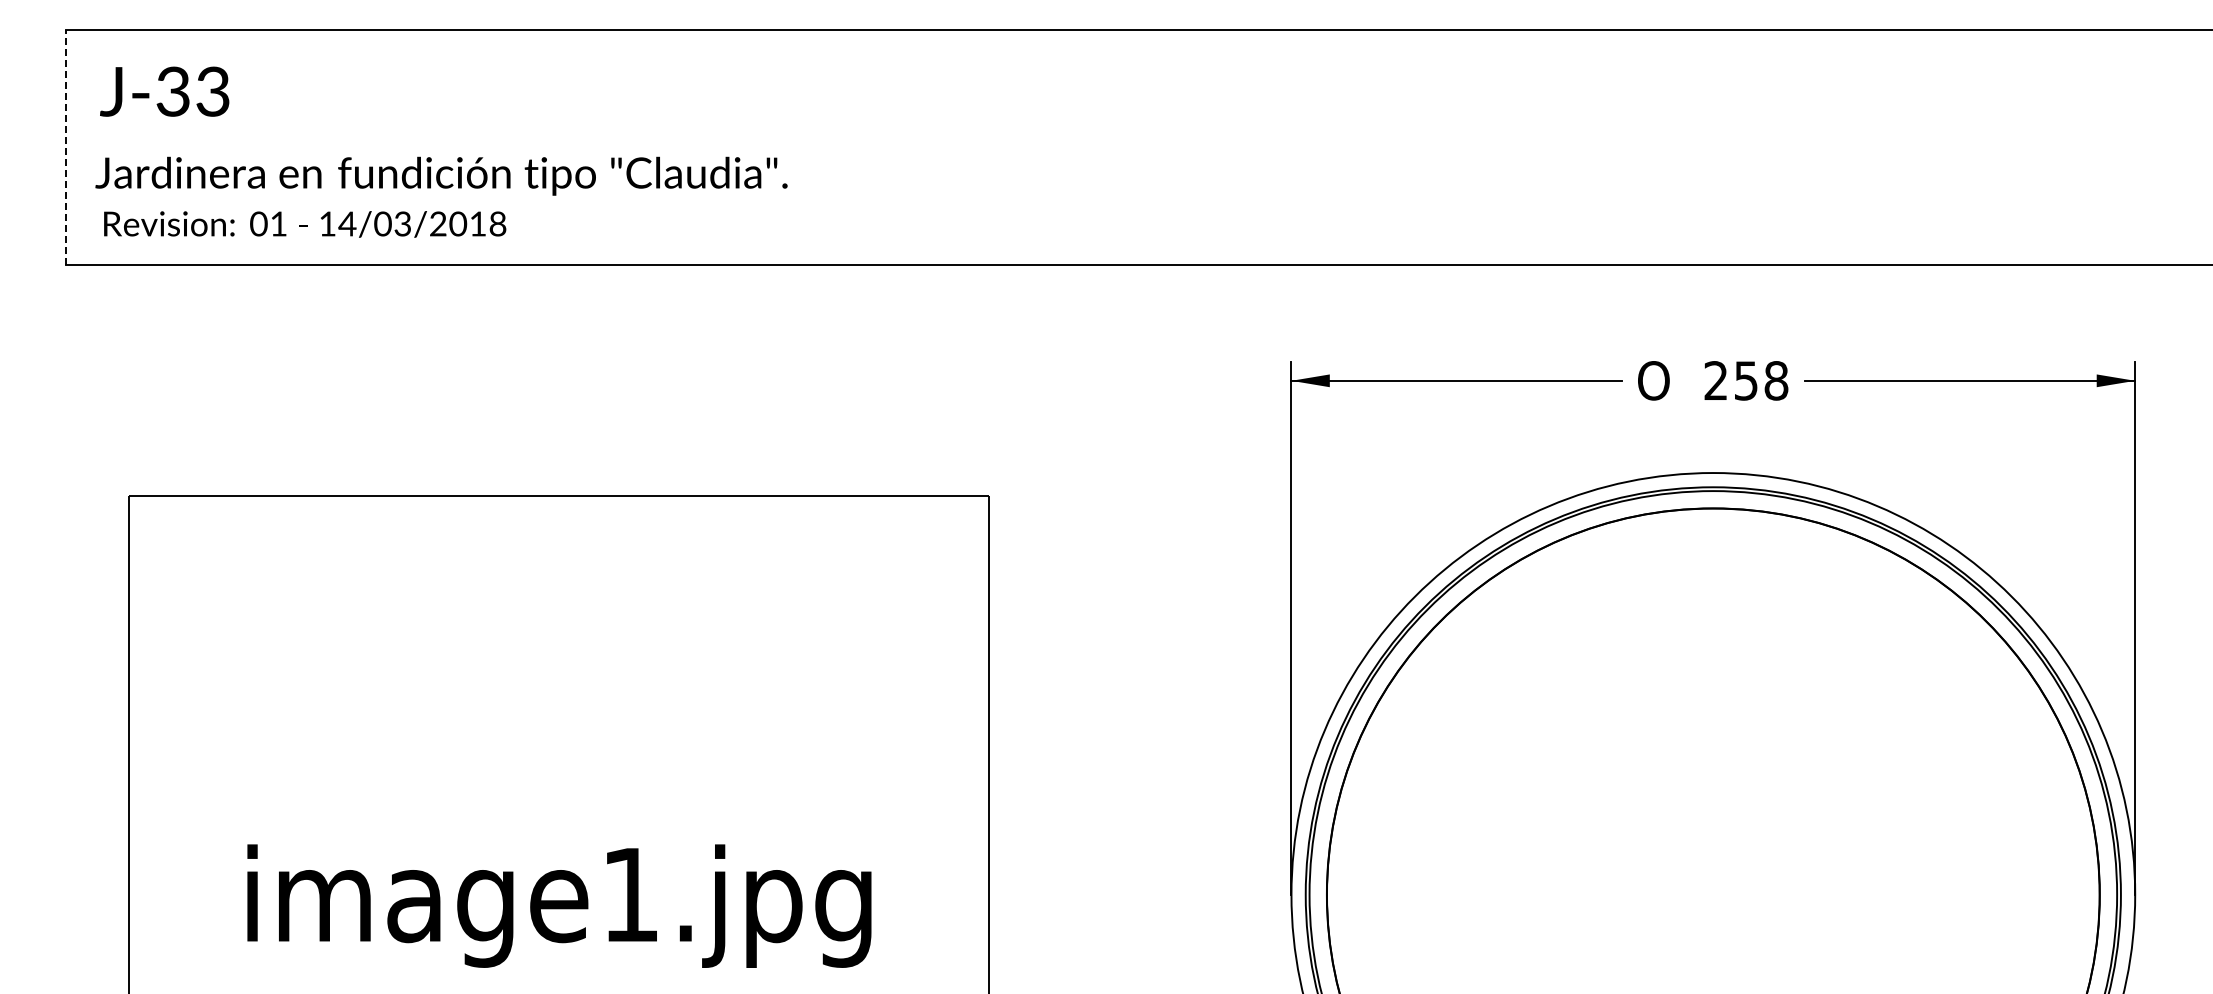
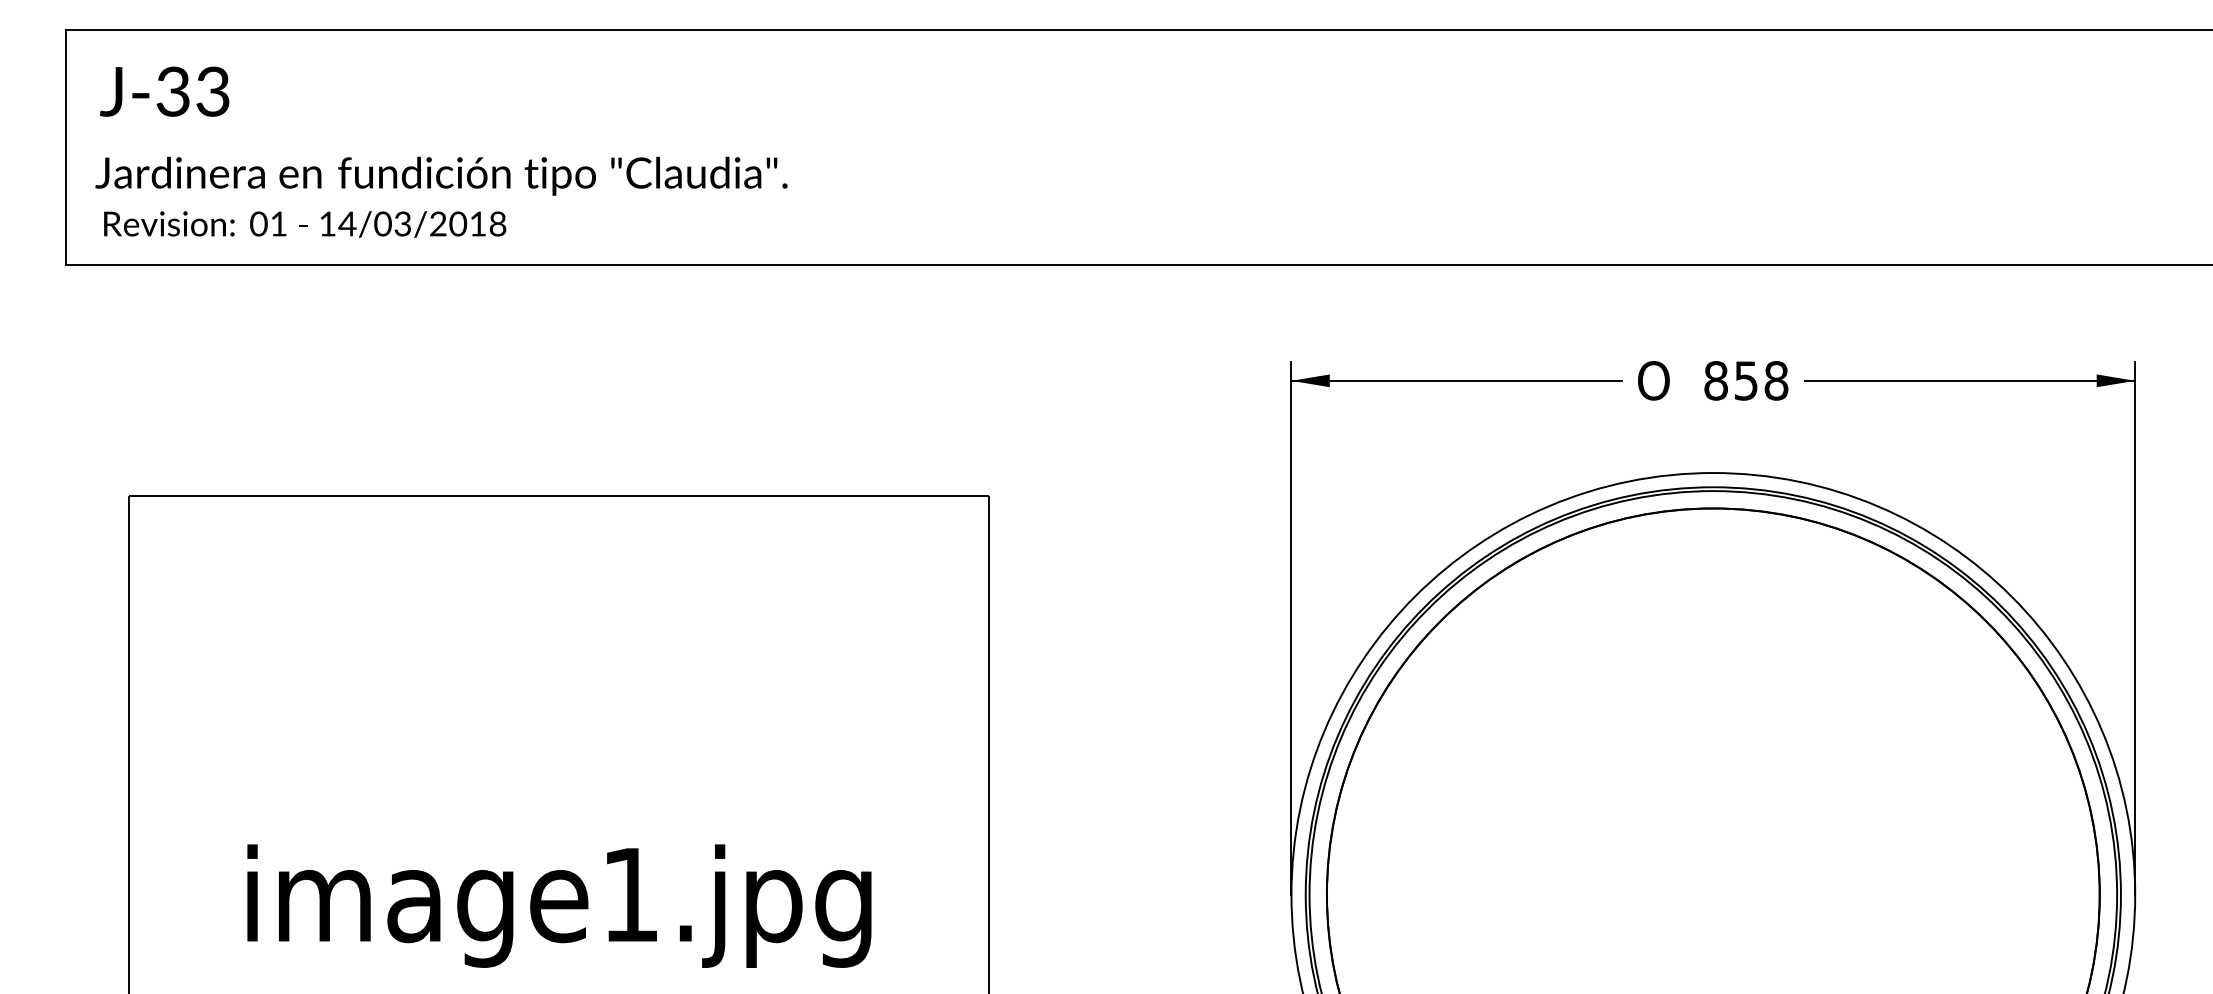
line at (66, 147): dashed -> solid
text at (1715, 380): 258 -> 858
